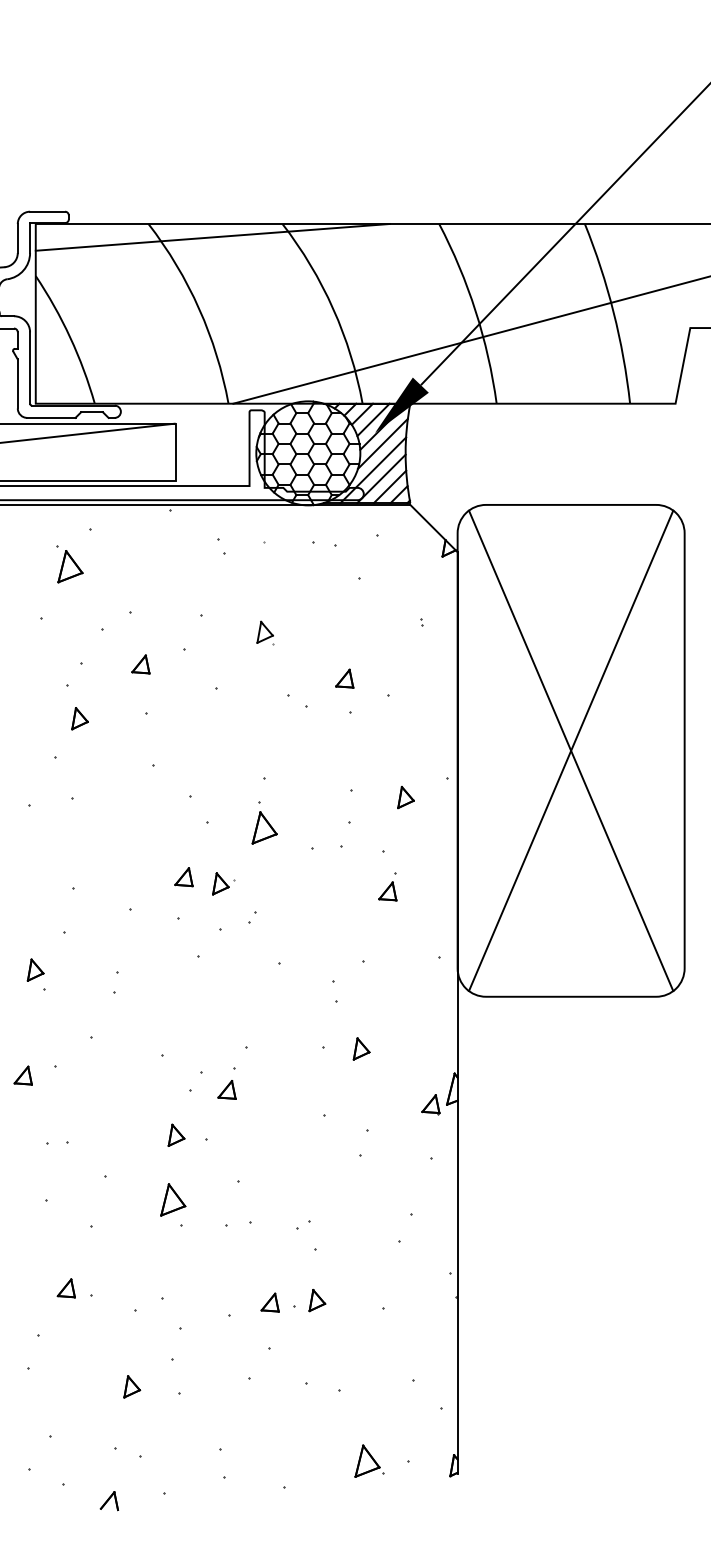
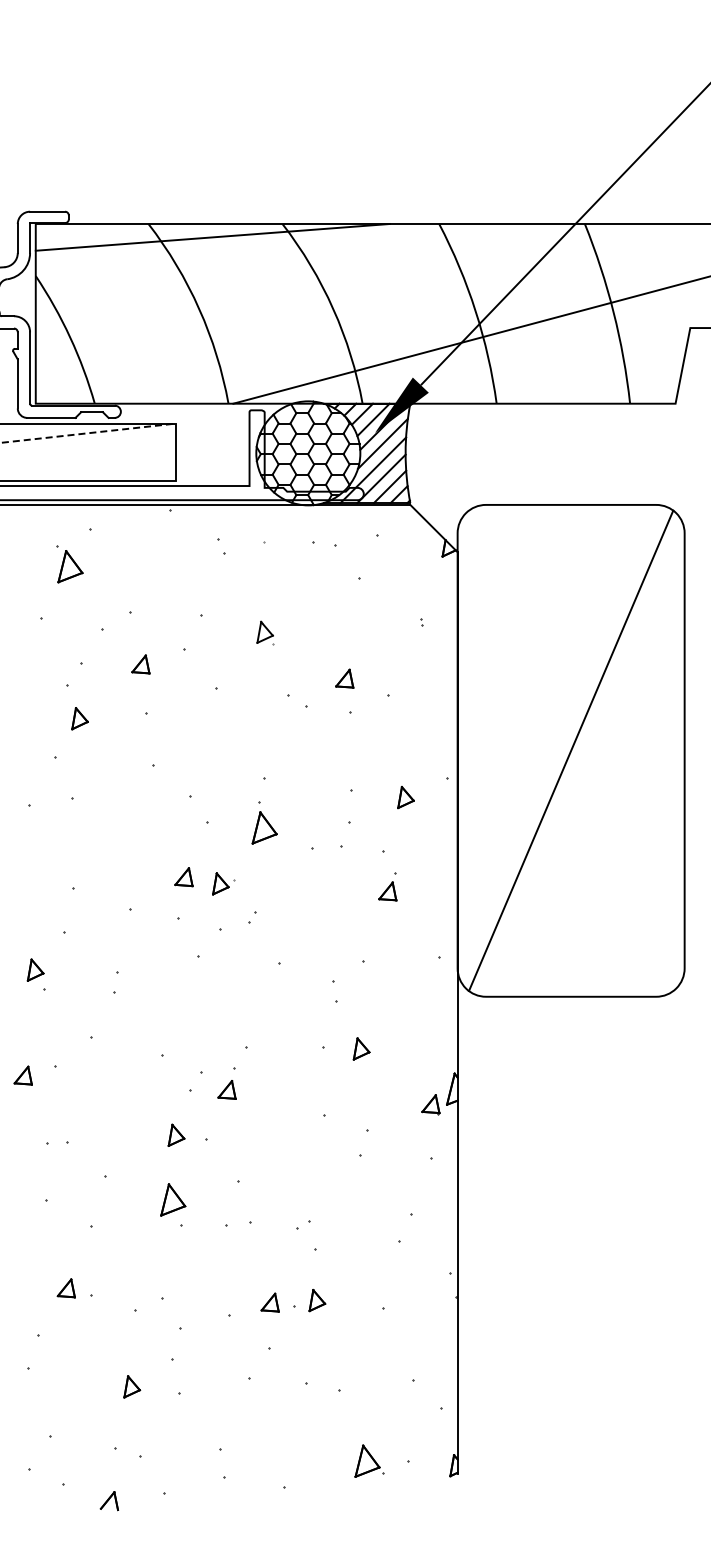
line at (88, 433): solid -> dashed
line at (570, 750): present -> none
